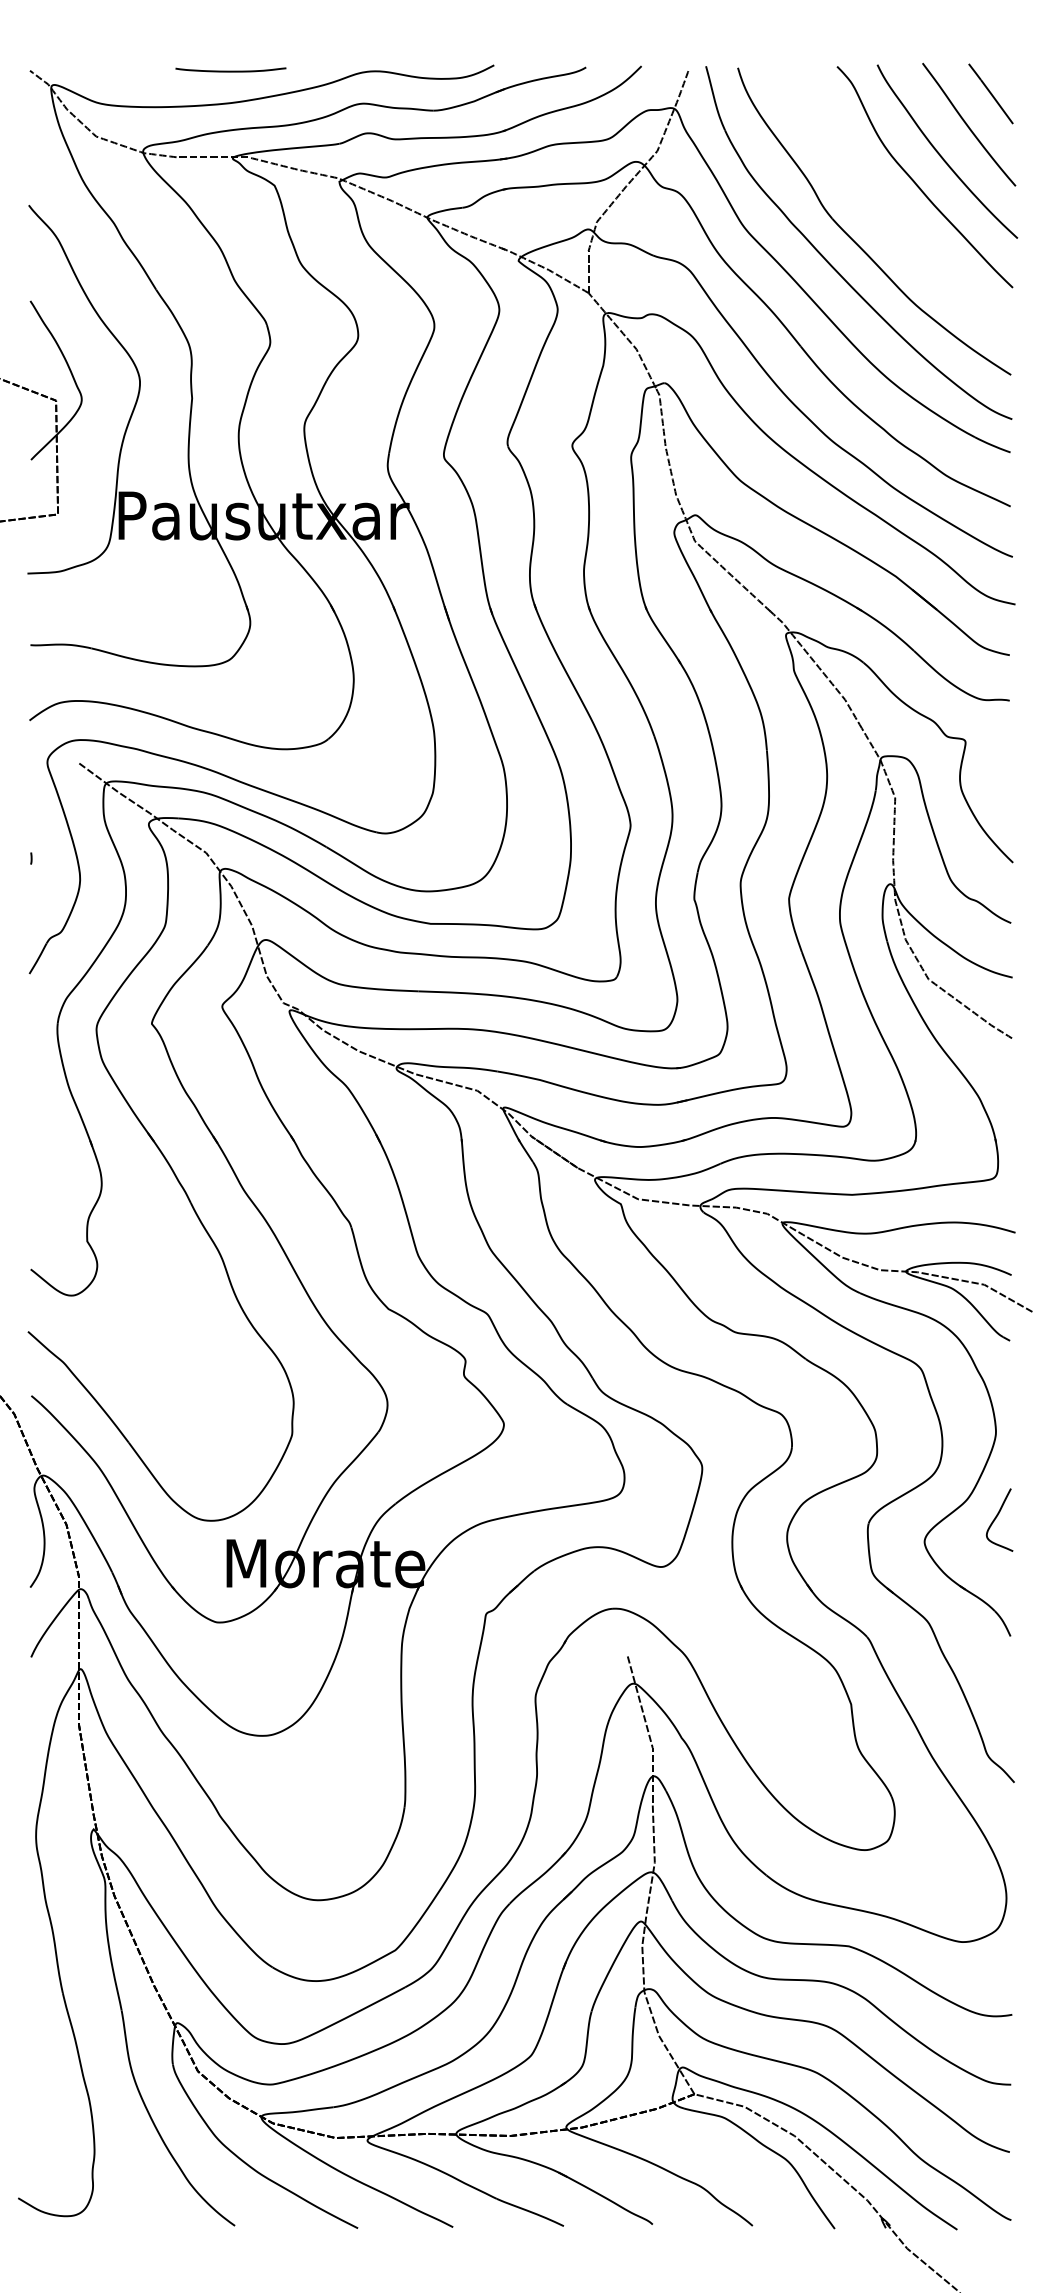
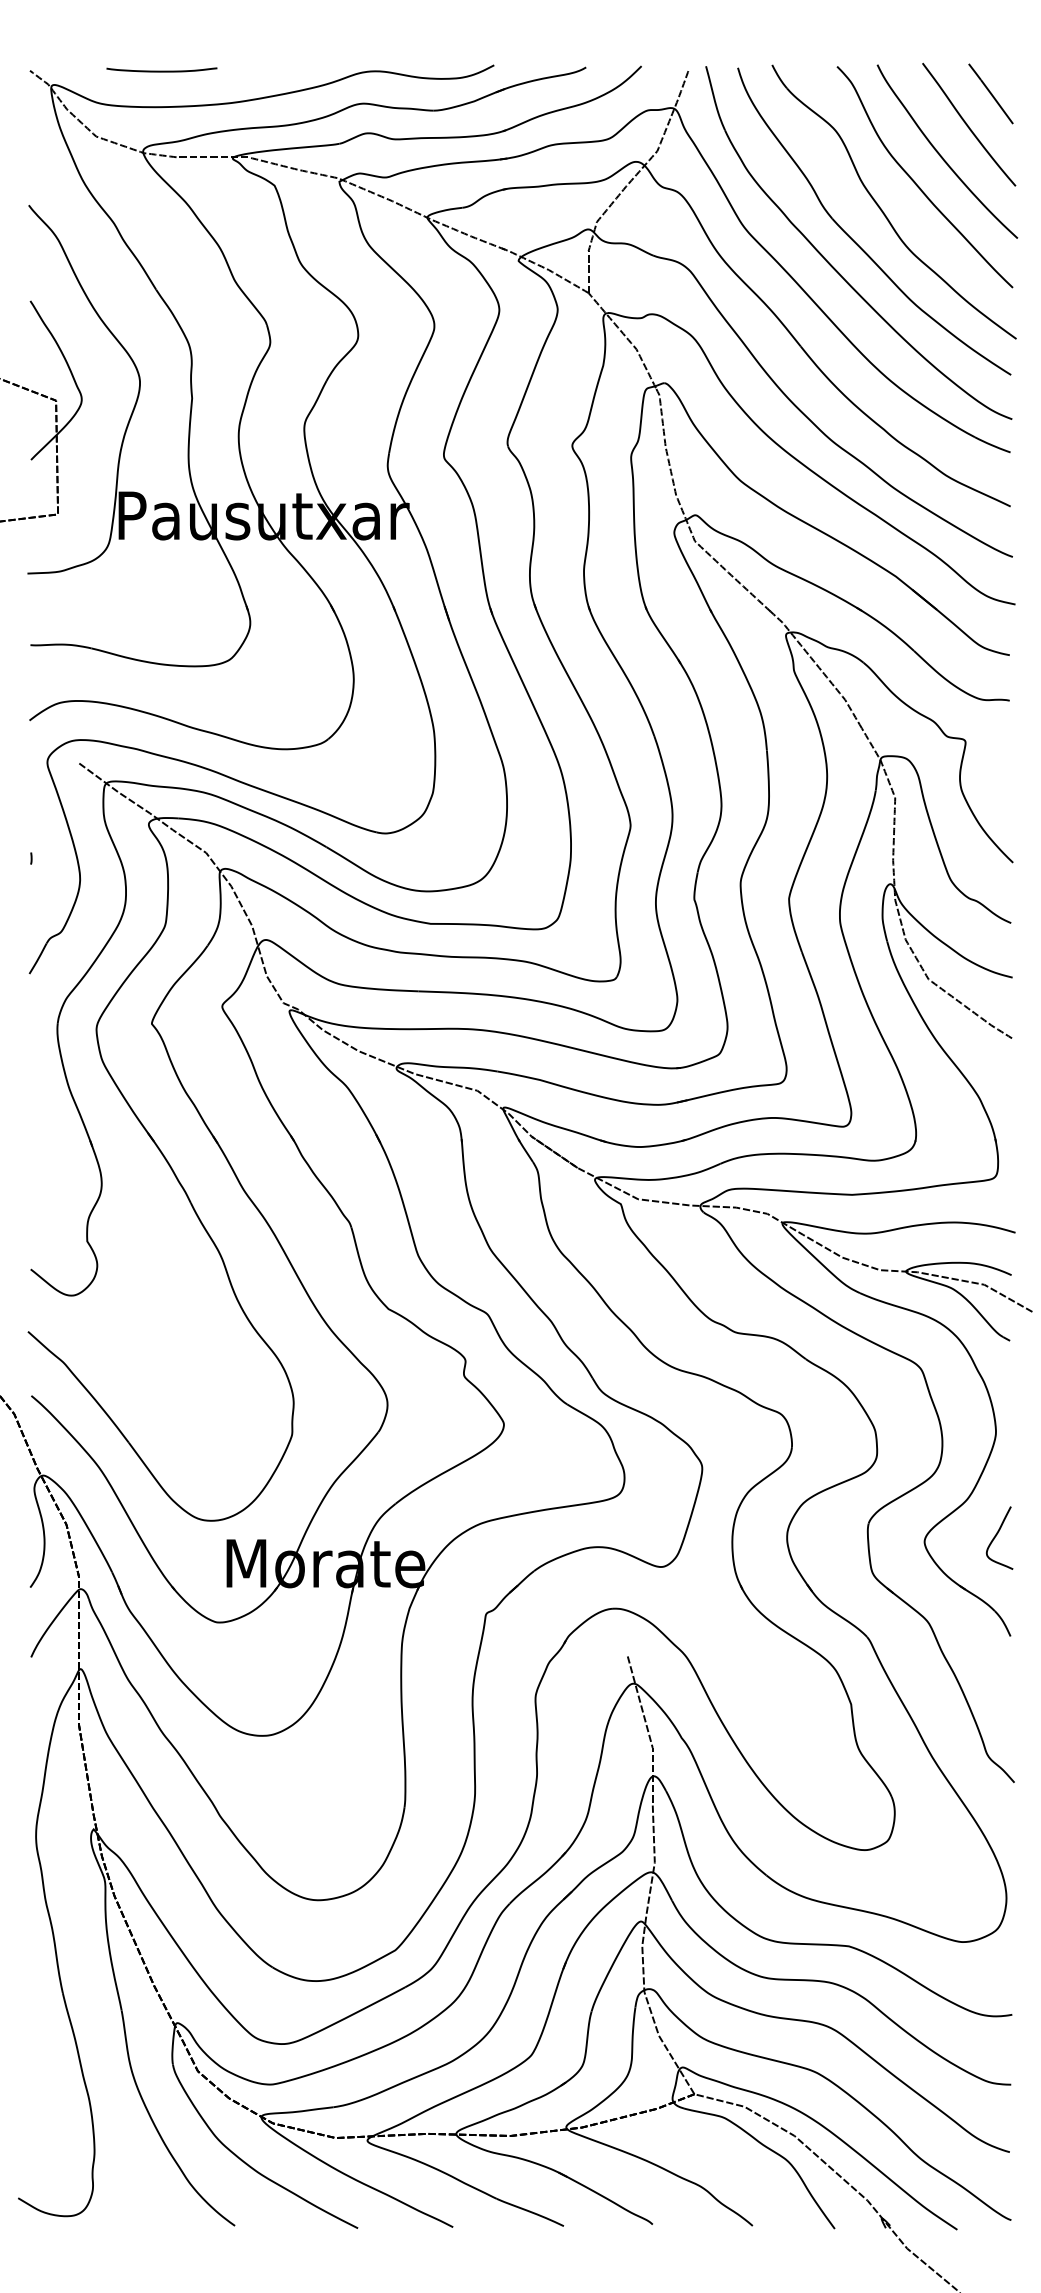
curve at (230, 70) position: (230, 70) -> (161, 70)
part at (882, 209): none -> present
curve at (996, 1518) position: (996, 1518) -> (996, 1536)
